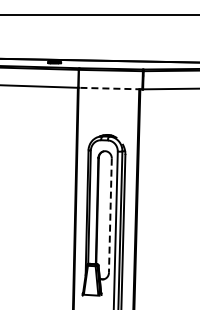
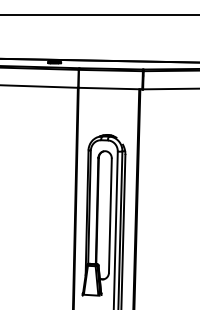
line at (110, 88): dashed -> solid
line at (110, 216): dashed -> solid
